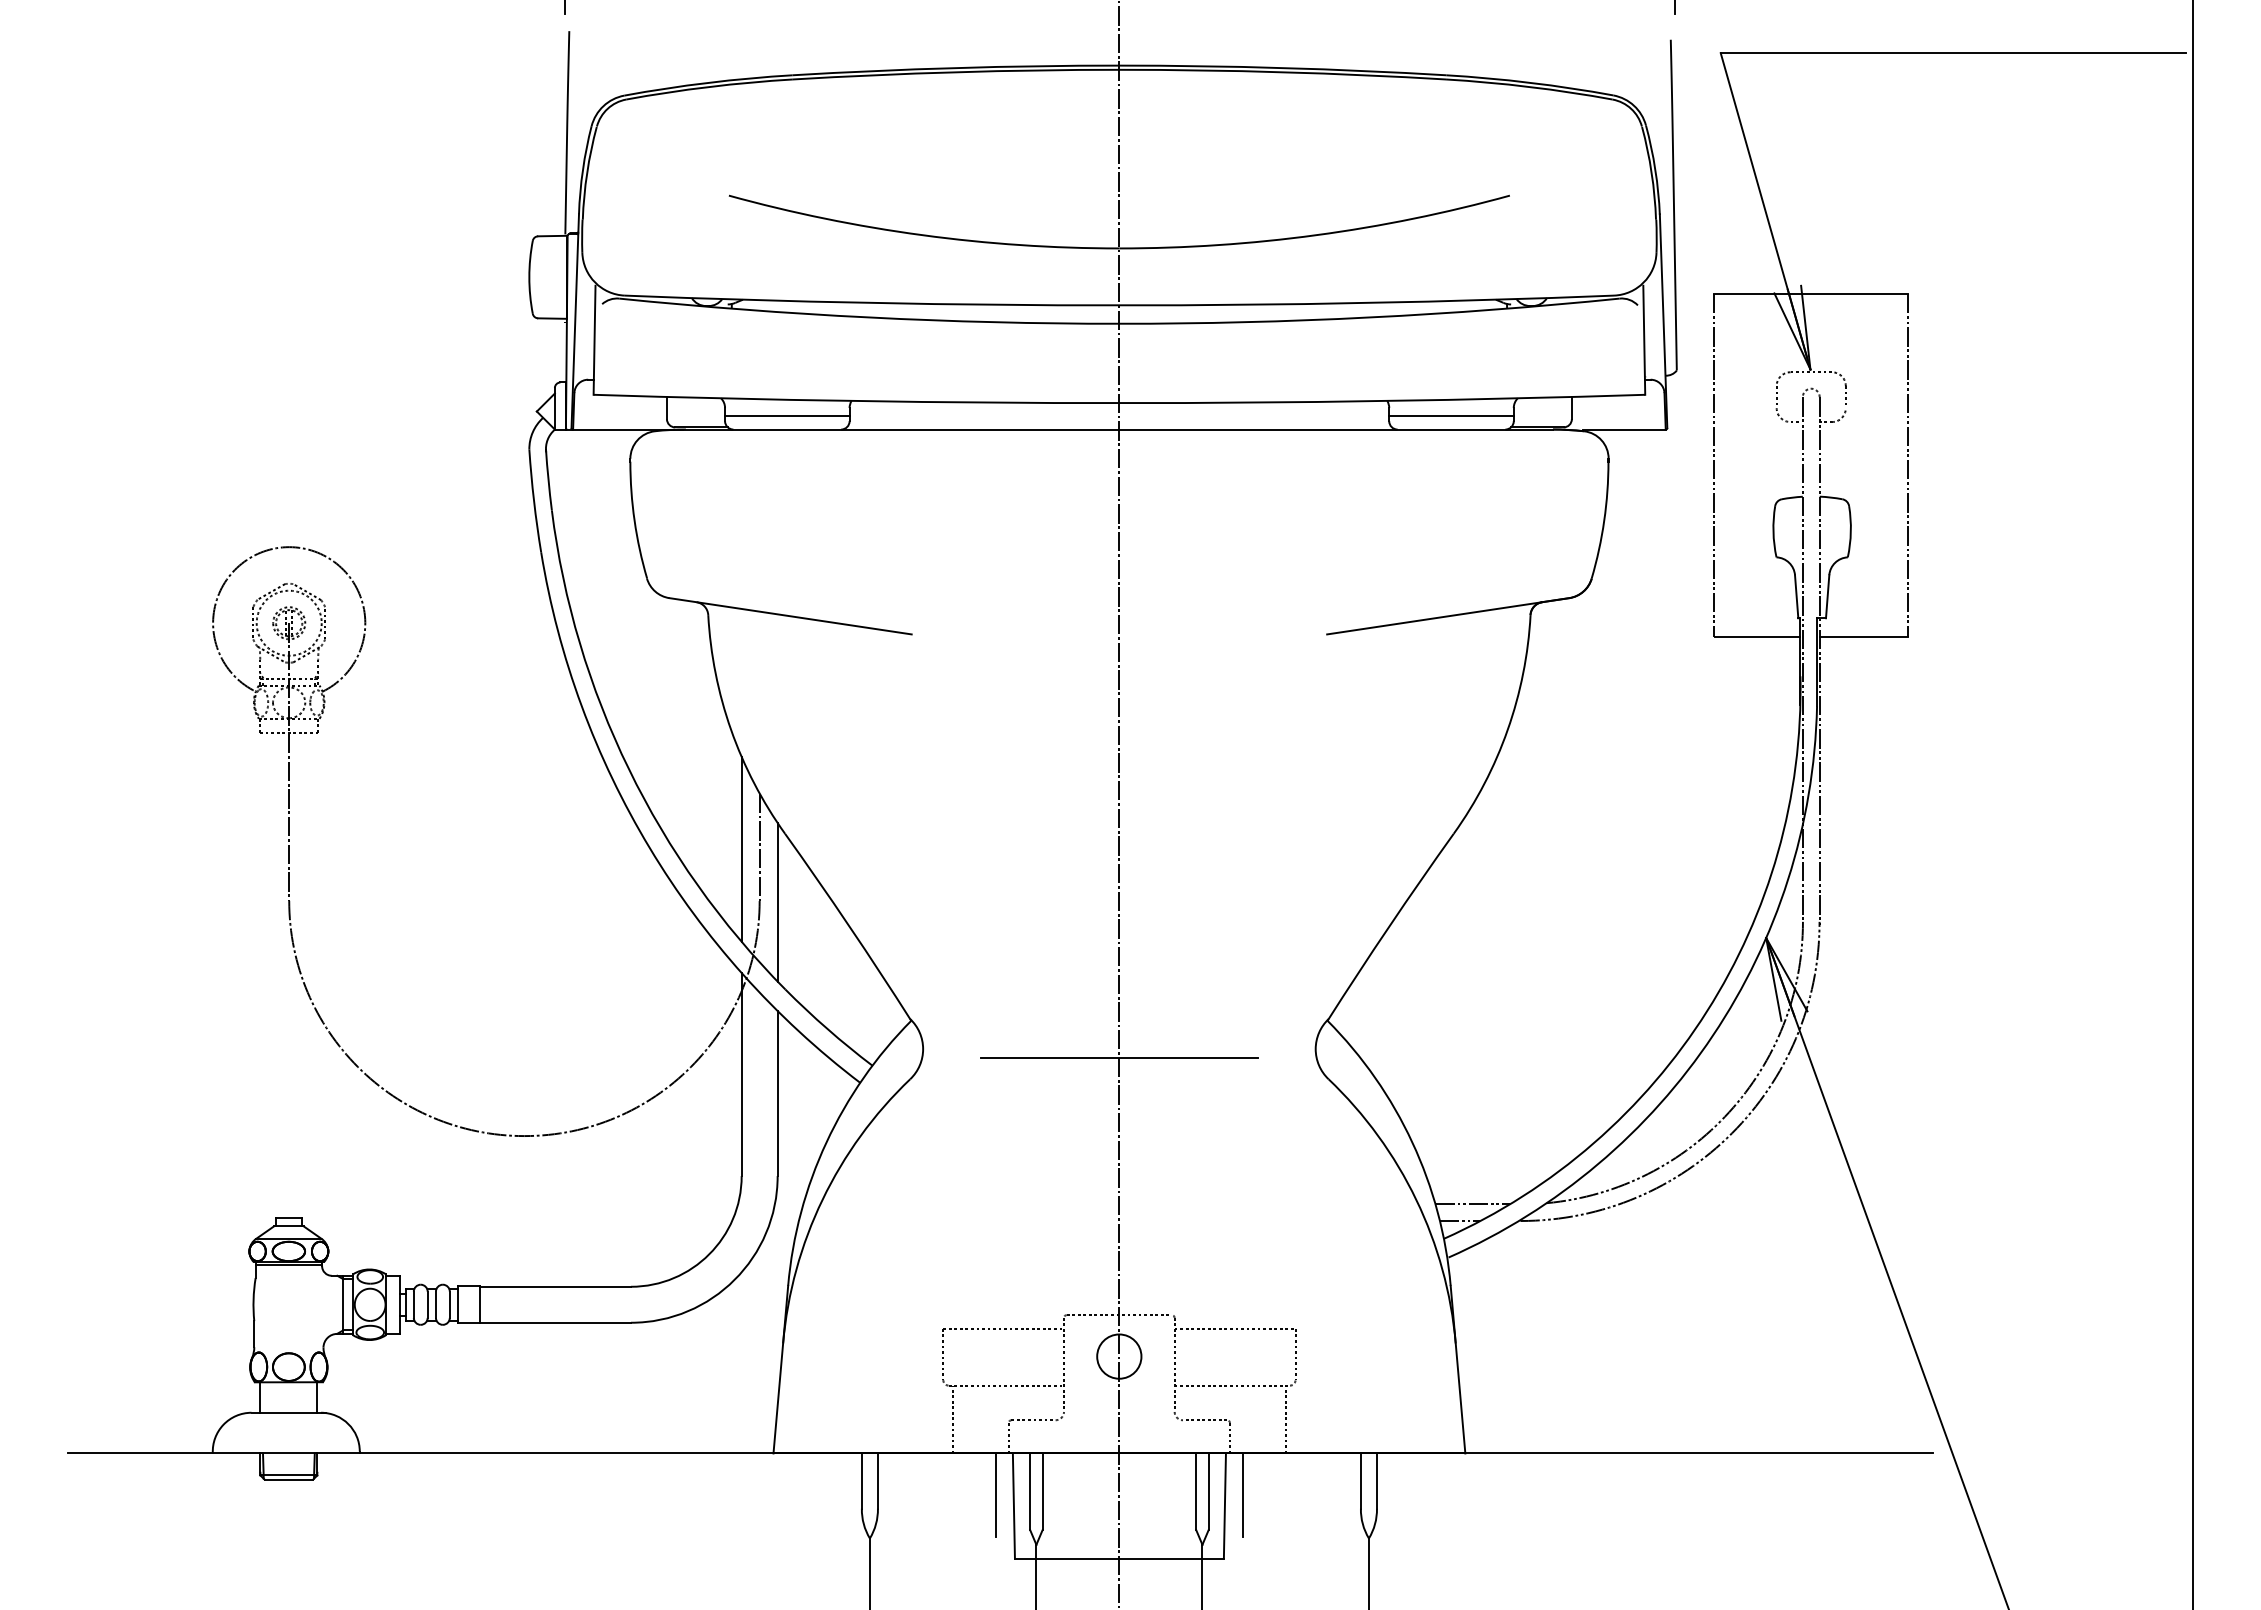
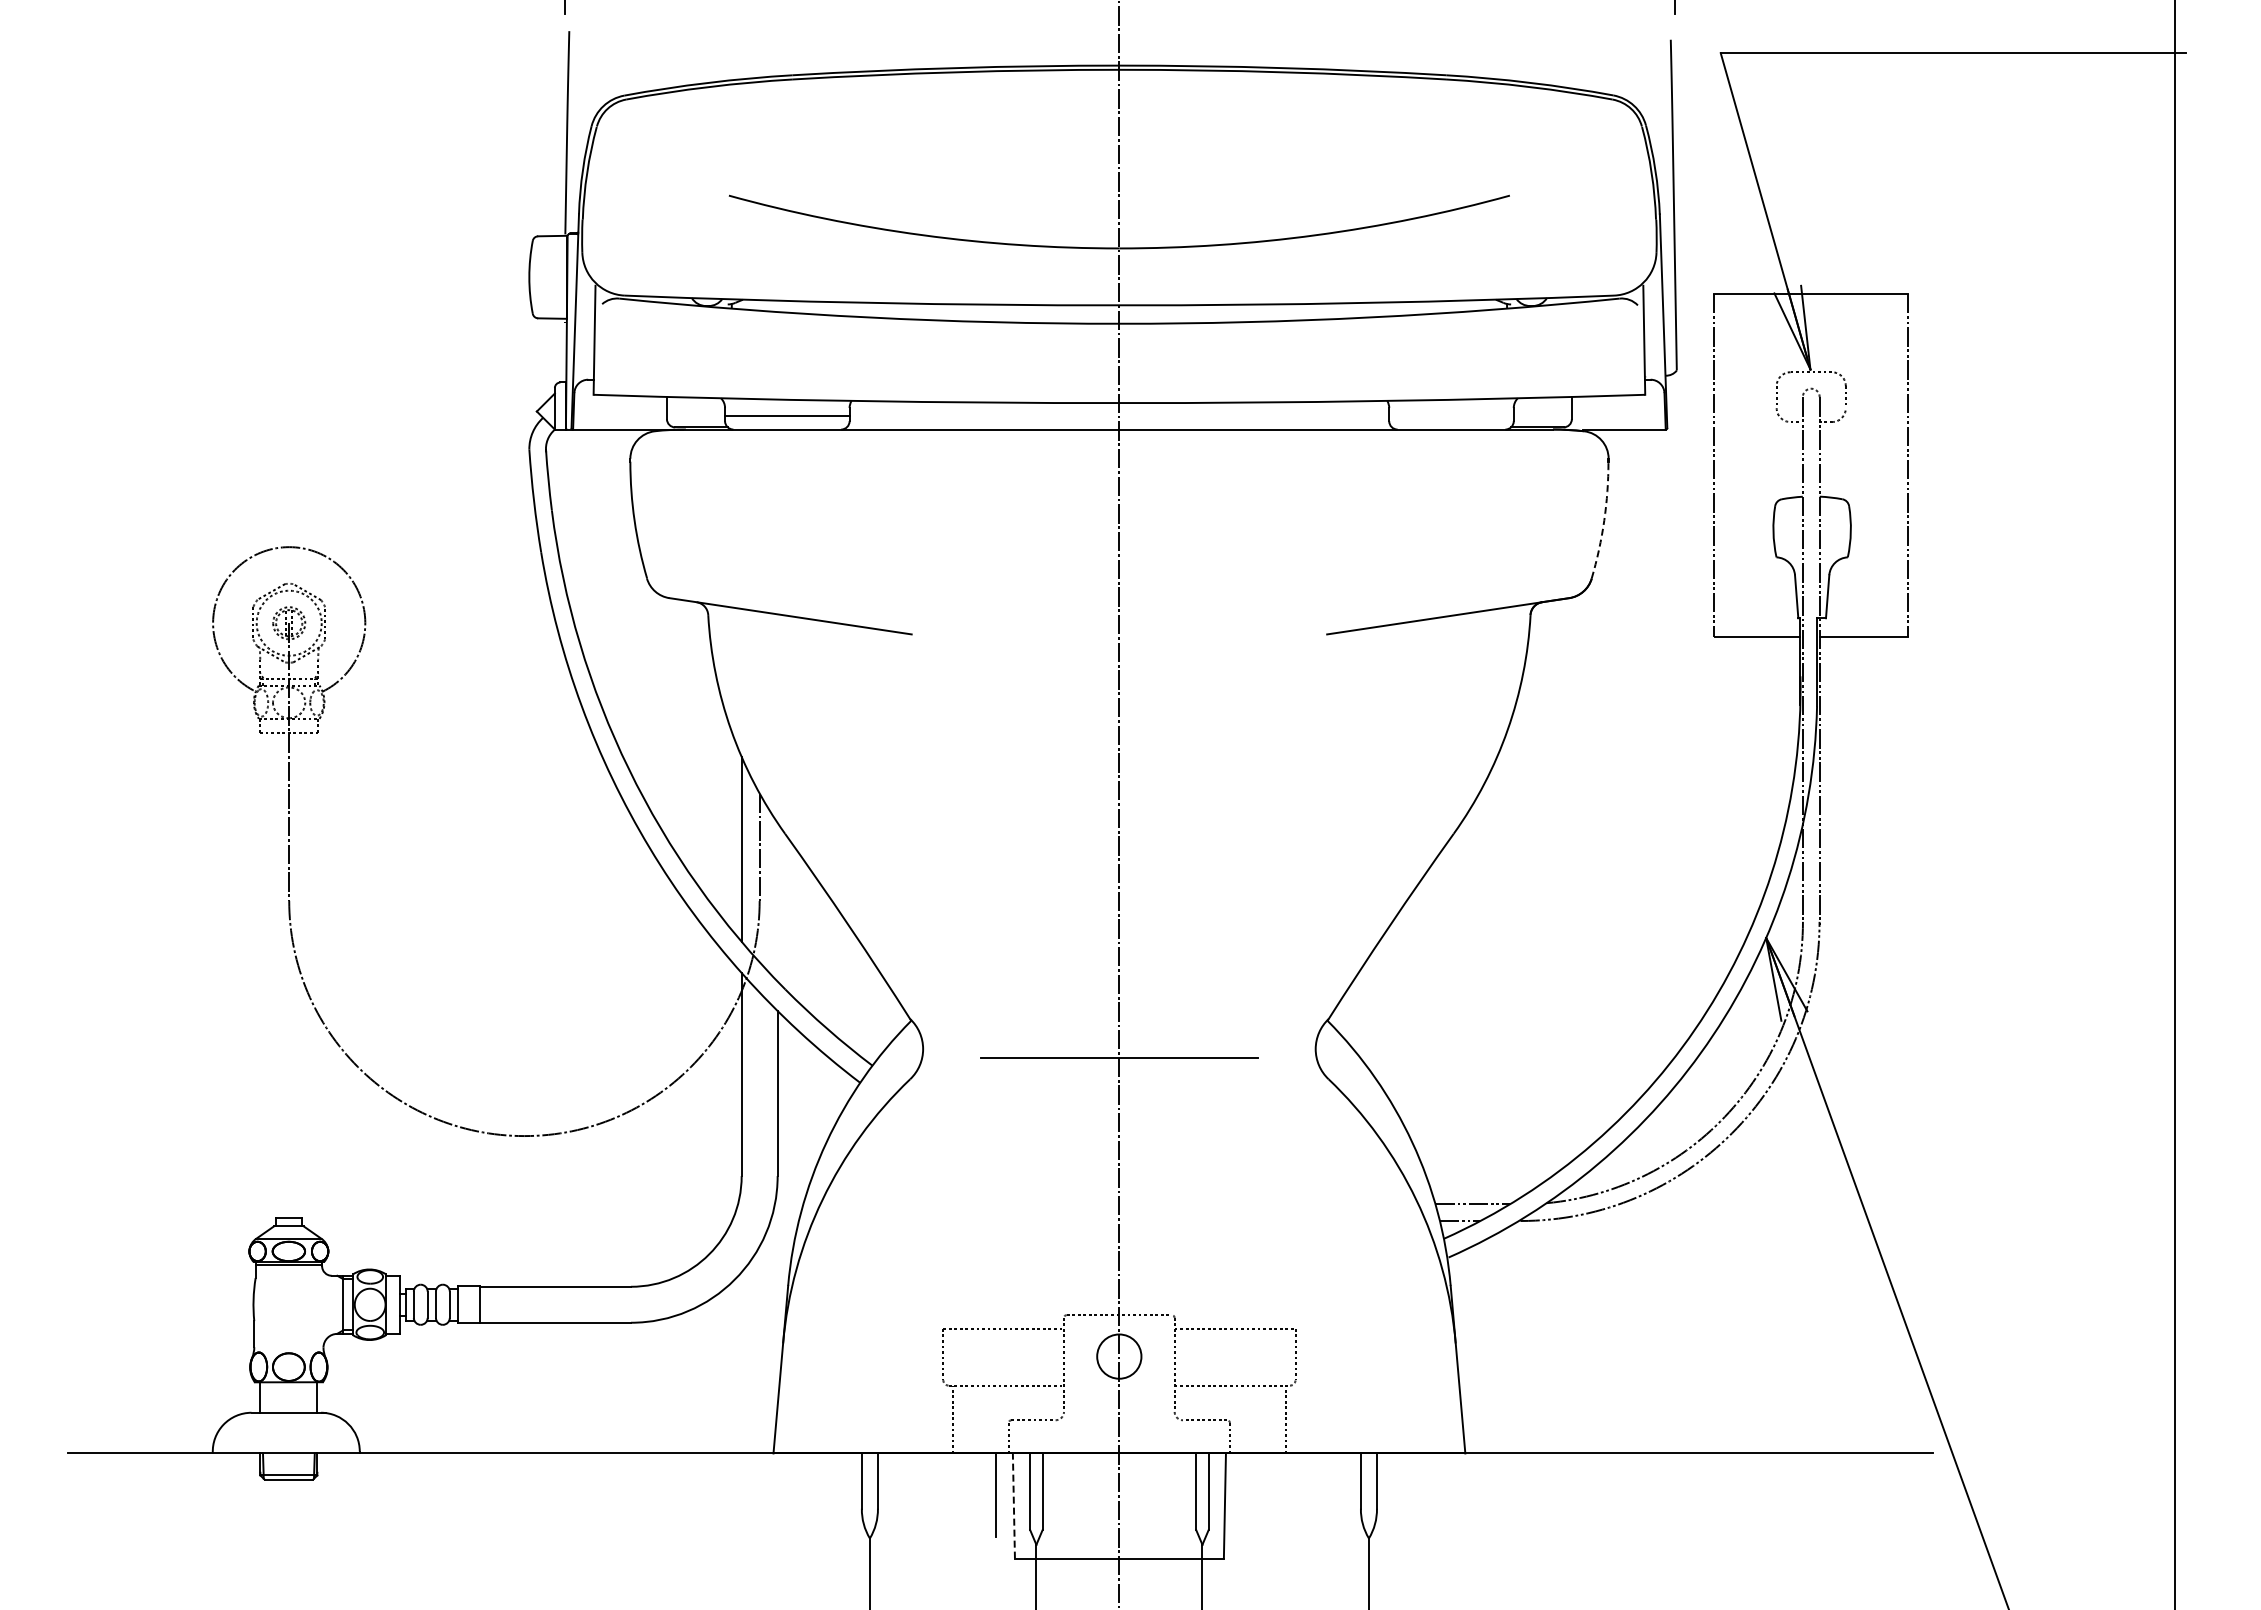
line at (1451, 415): present -> none
arc at (1604, 520): solid -> dashed
line at (2193, 804) position: (2193, 804) -> (2175, 804)
line at (777, 901): present -> none
line at (1242, 1494): present -> none
line at (1013, 1506): solid -> dashed
